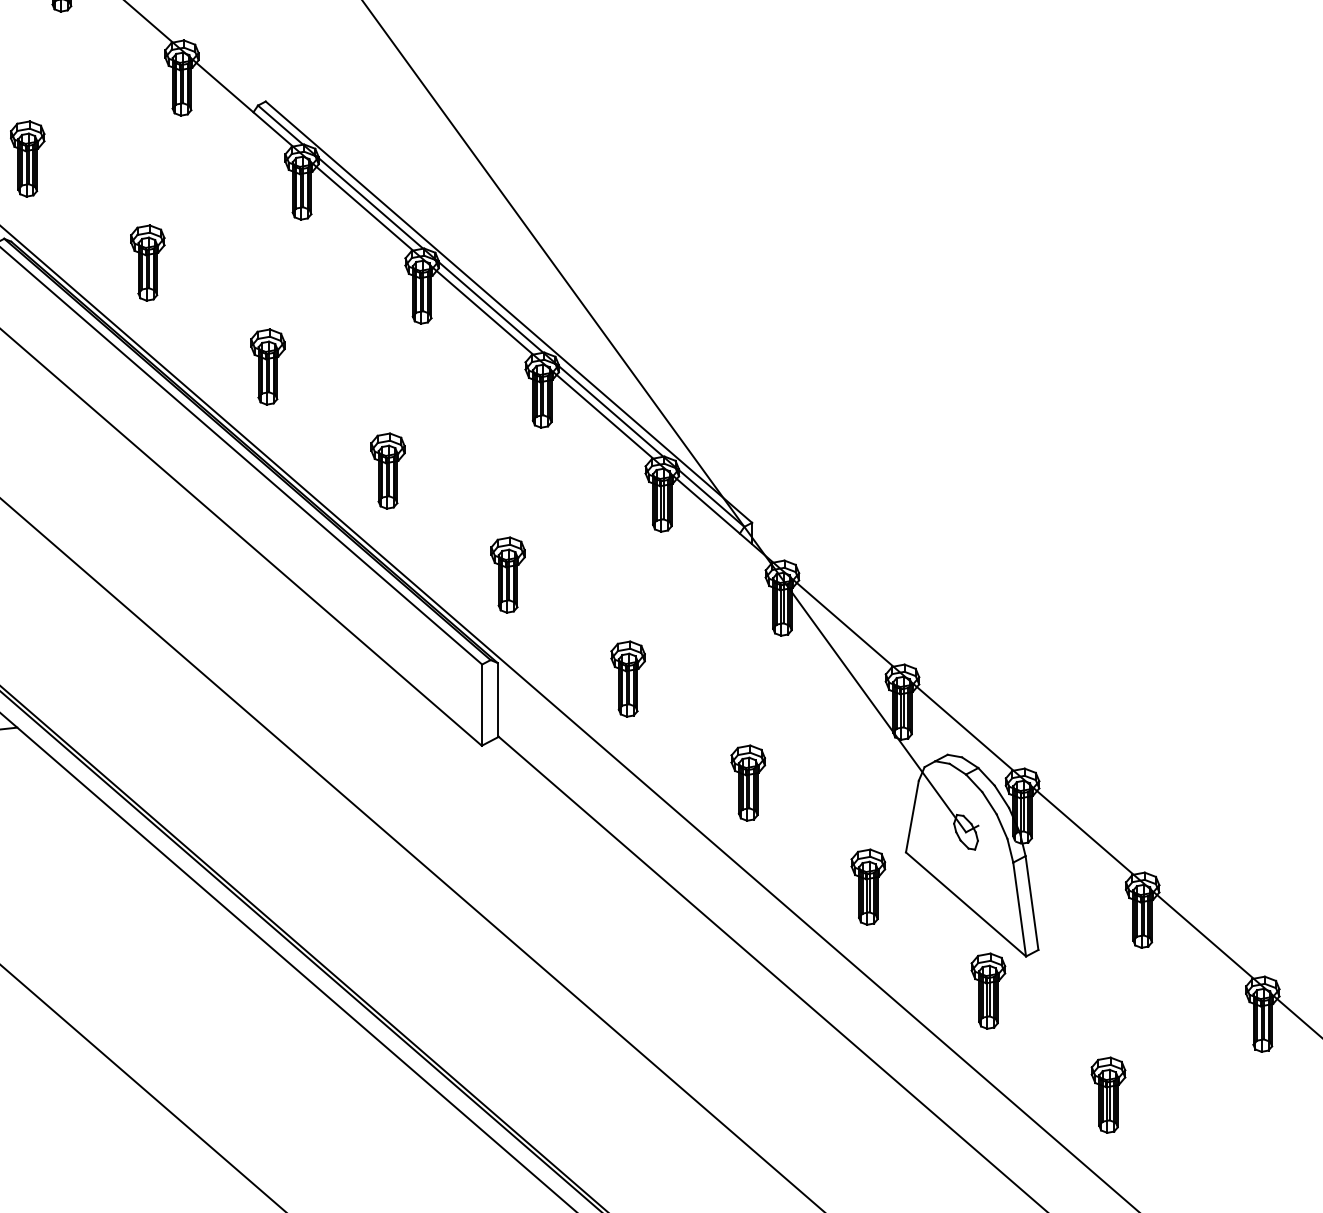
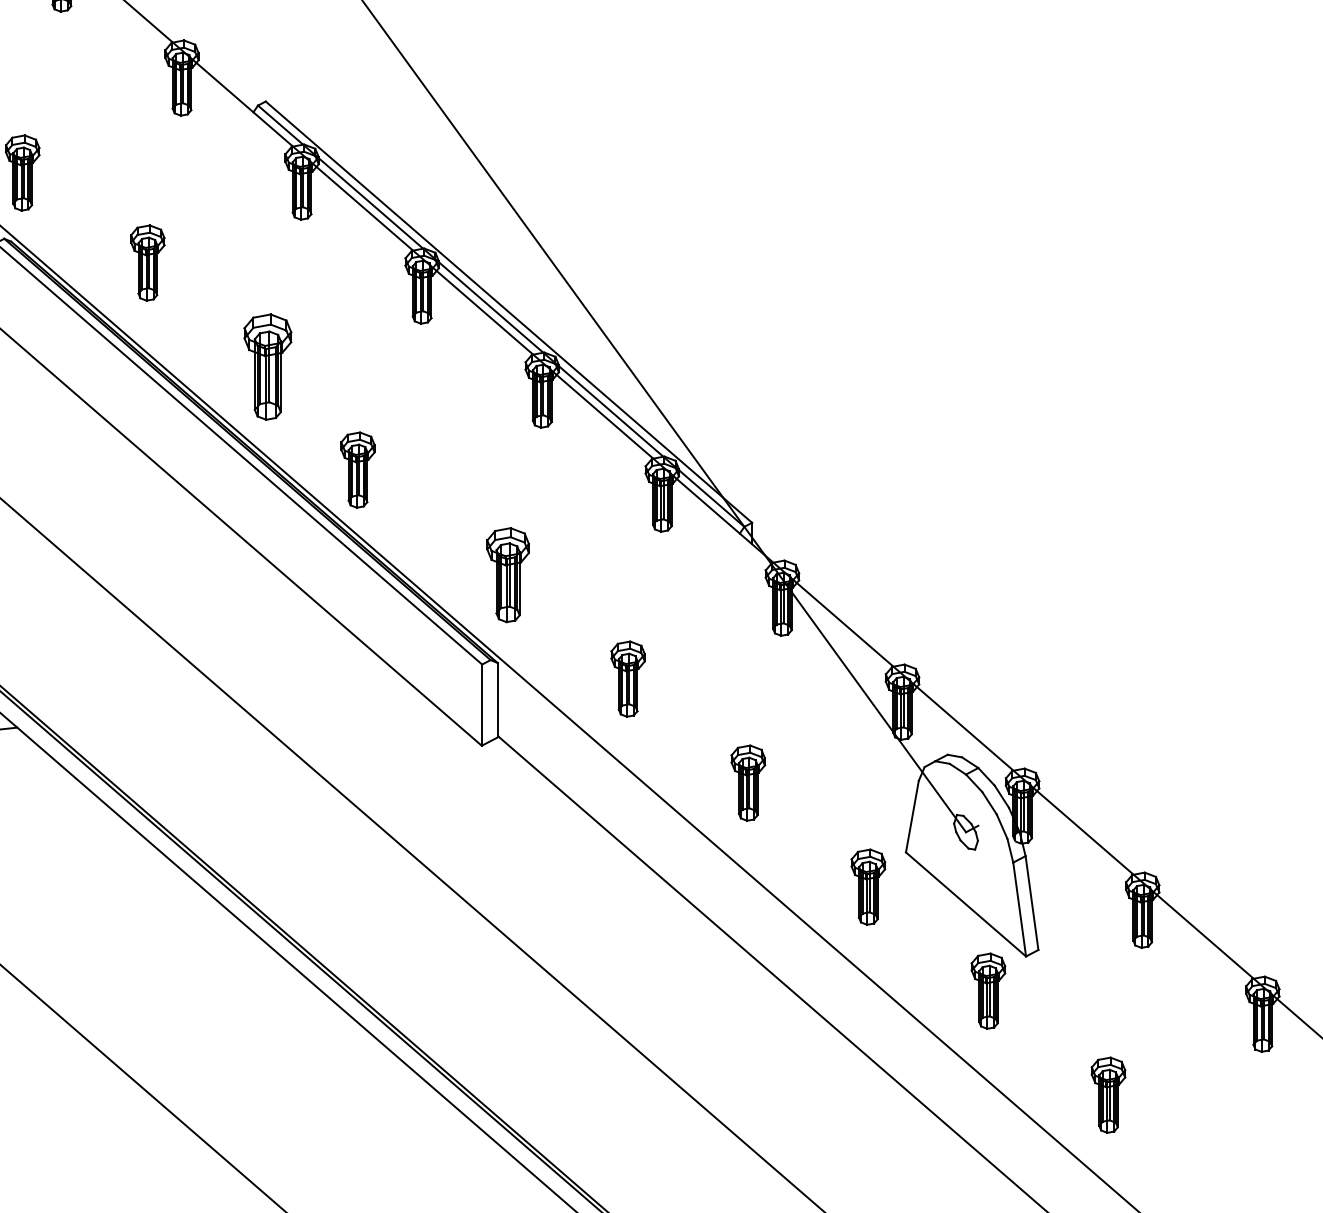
part at (27, 158) position: (27, 158) -> (22, 172)
part at (267, 366) size: 36x78 px -> 50x108 px
part at (387, 470) position: (387, 470) -> (357, 469)
part at (507, 574) size: 36x78 px -> 44x97 px
